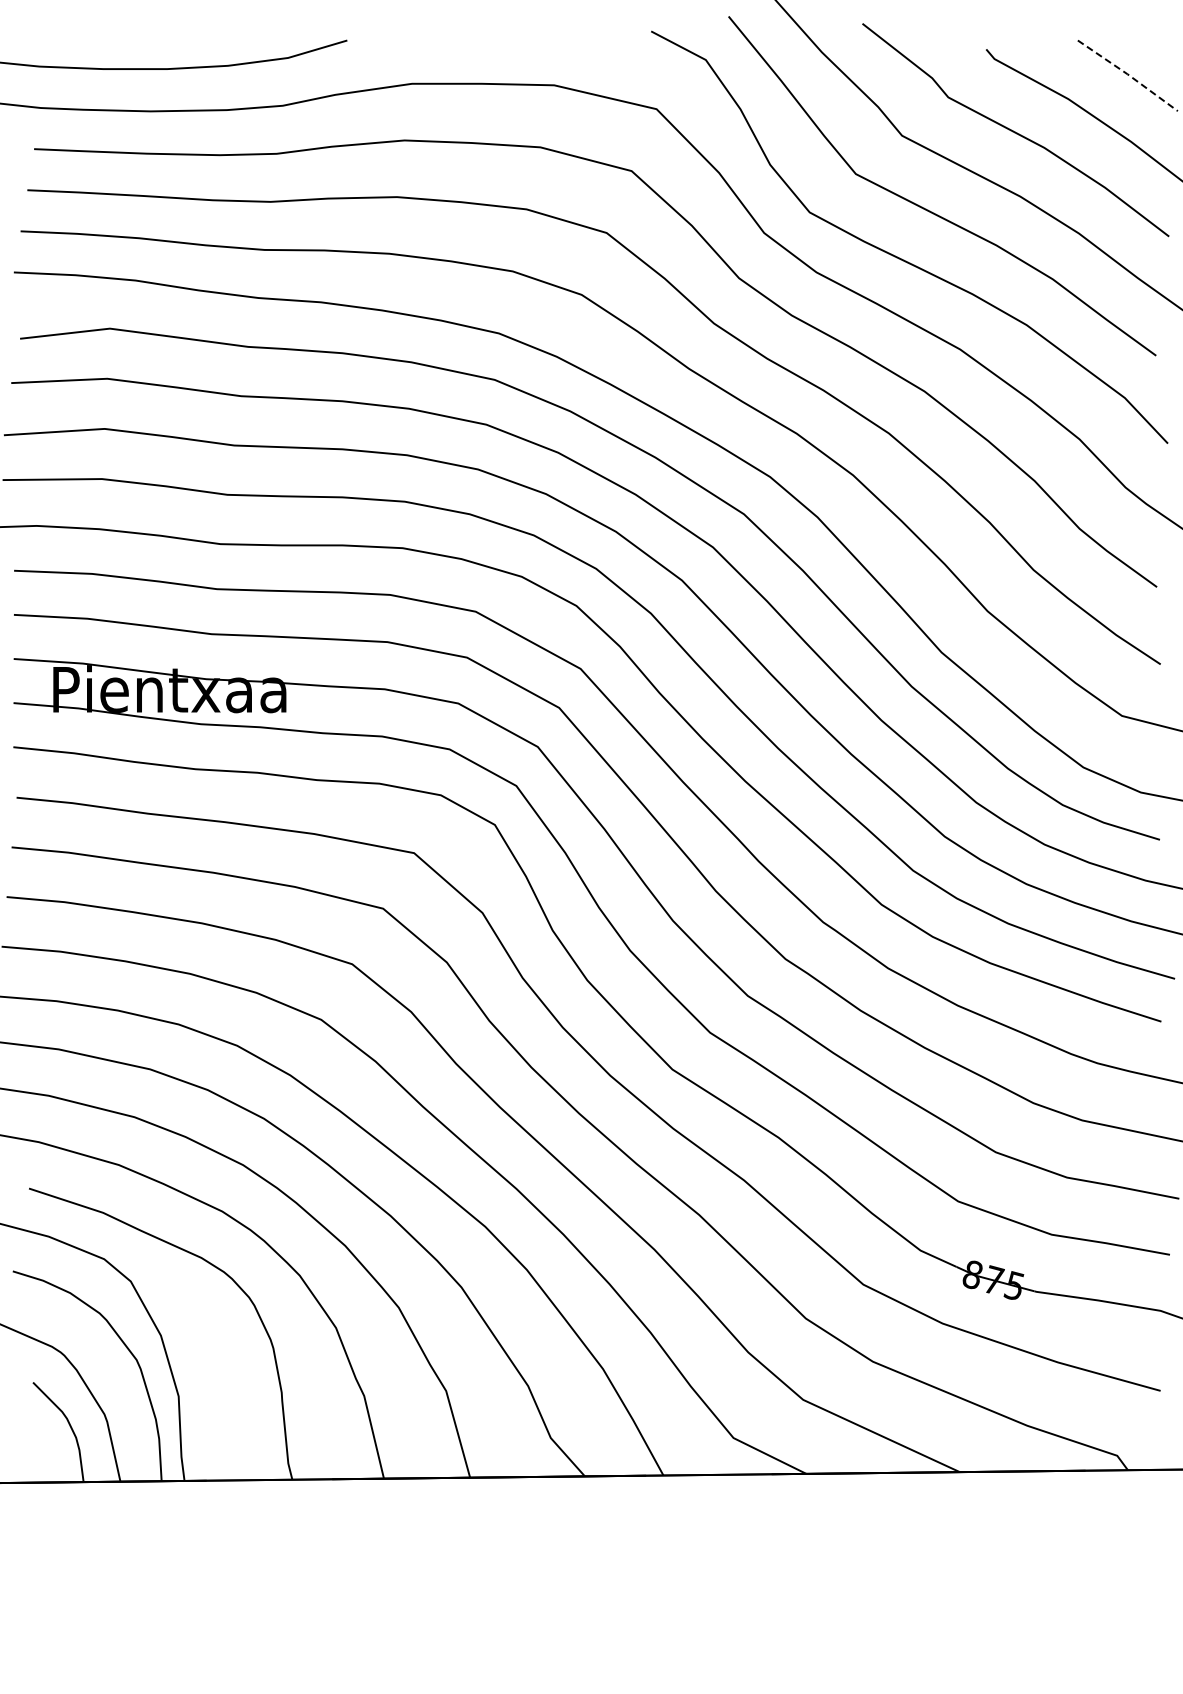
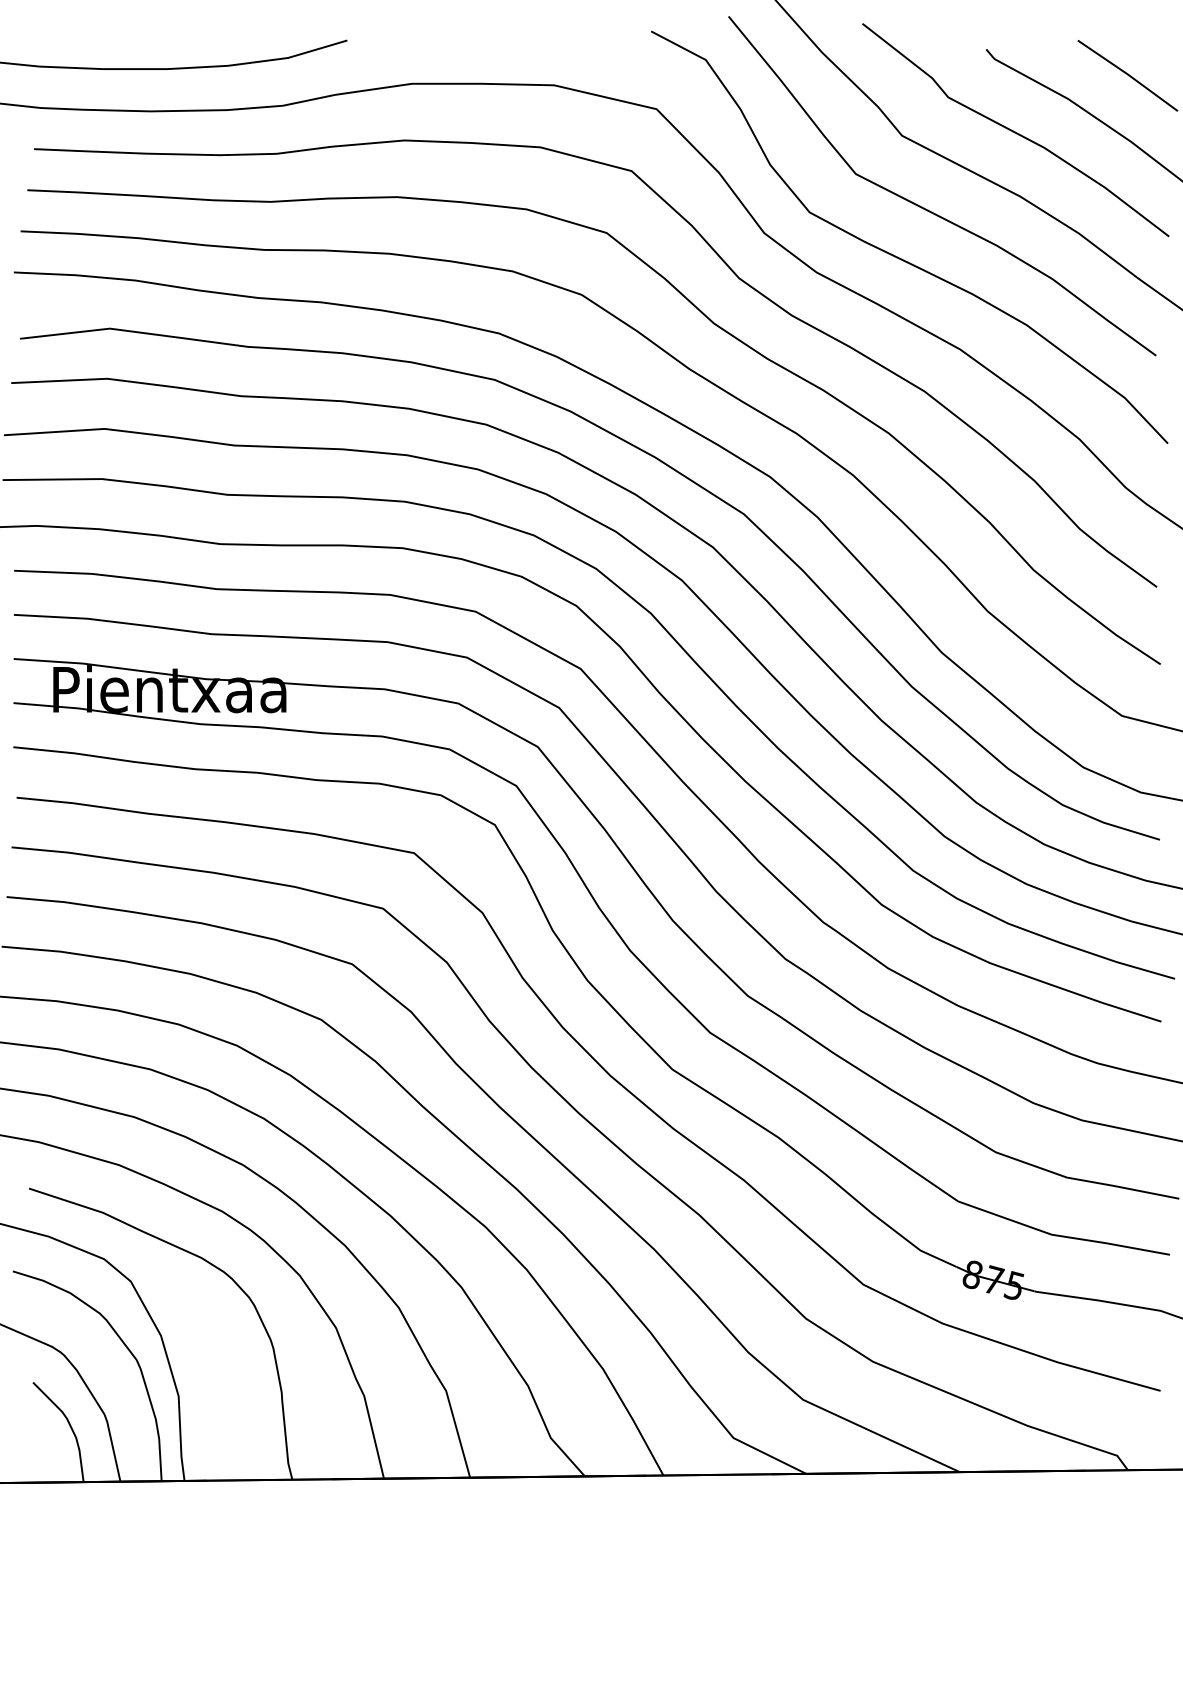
line at (1128, 74): dashed -> solid
